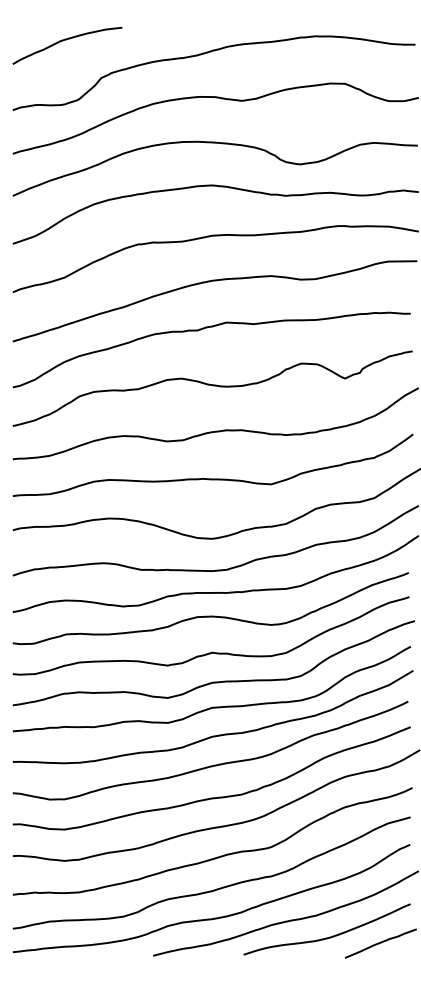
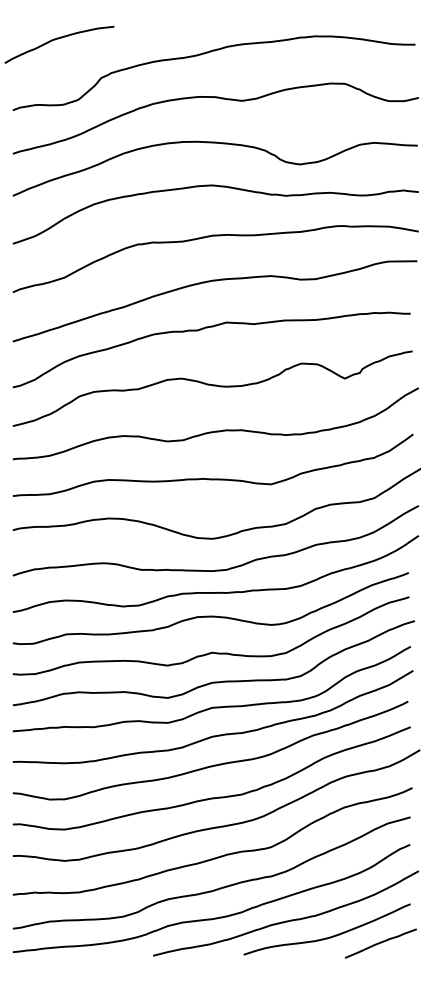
curve at (66, 40) position: (66, 40) -> (58, 39)
